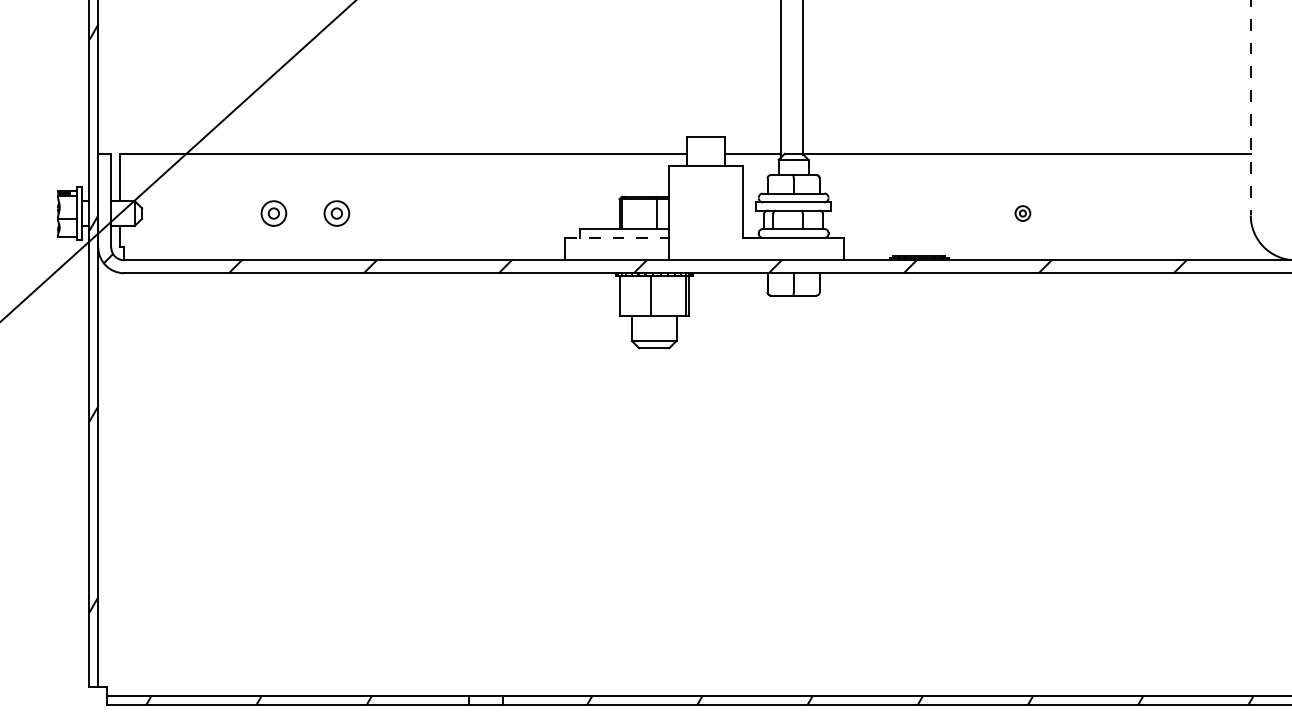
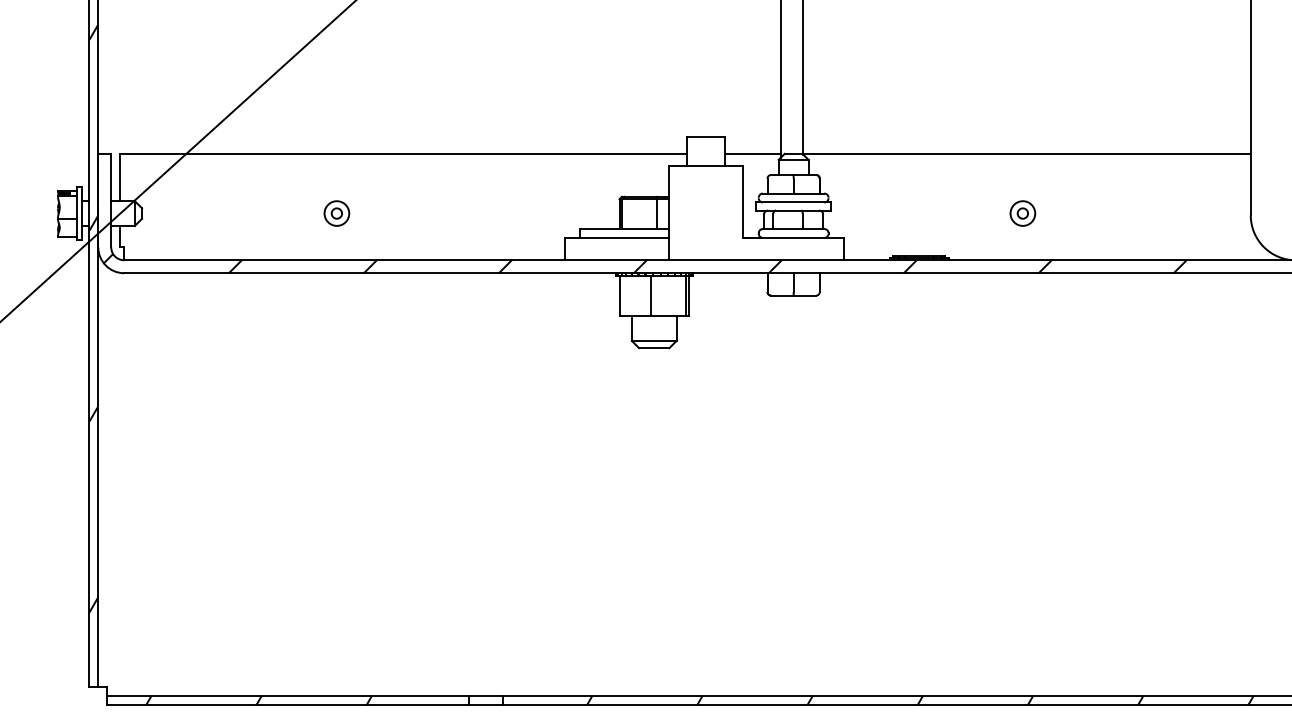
line at (1250, 108): dashed -> solid
part at (273, 213): present -> none
part at (1022, 213) size: 18x17 px -> 28x27 px
line at (616, 237): dashed -> solid
